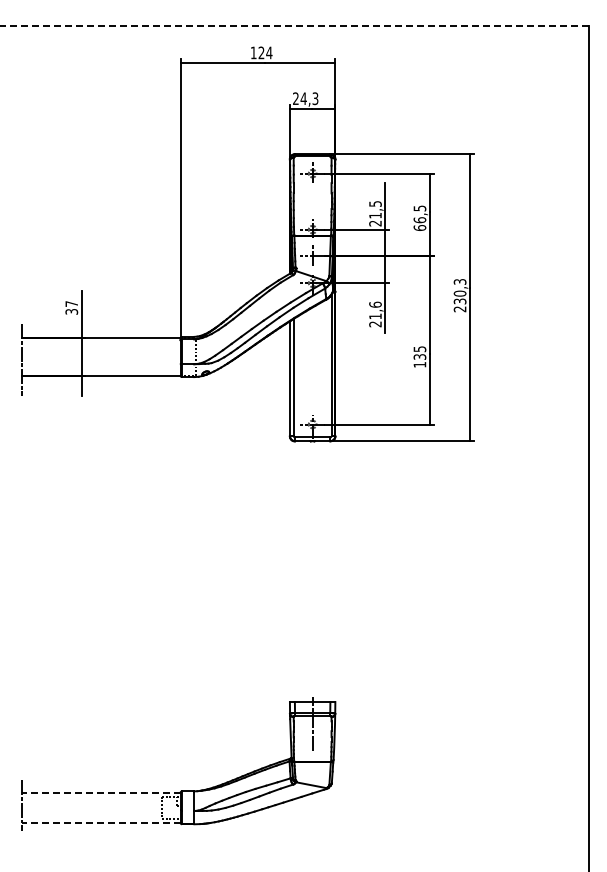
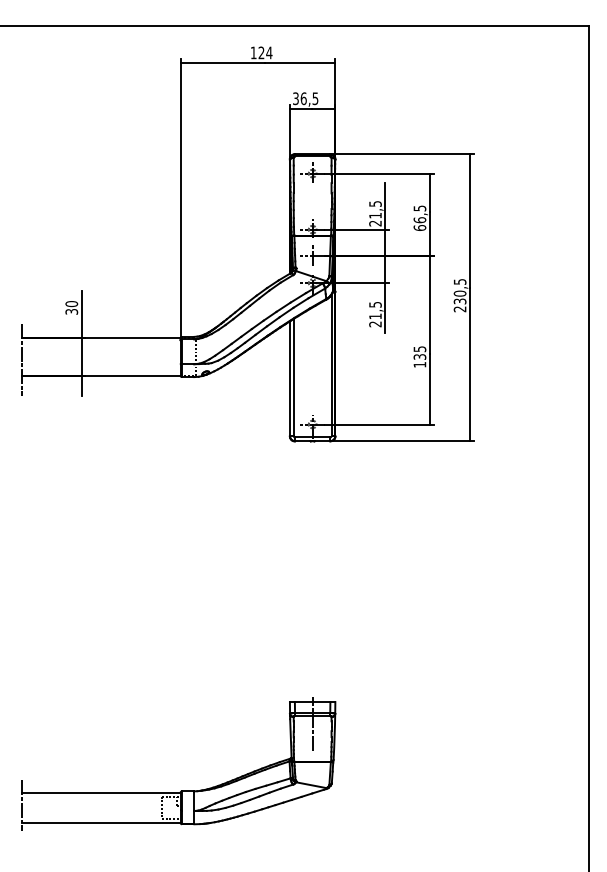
line at (294, 26): dashed -> solid
text at (305, 98): 24,3 -> 36,5
text at (458, 281): 230,3 -> 230,5
text at (71, 304): 37 -> 30
text at (375, 304): 21,6 -> 21,5
line at (100, 792): dashed -> solid
line at (100, 823): dashed -> solid
